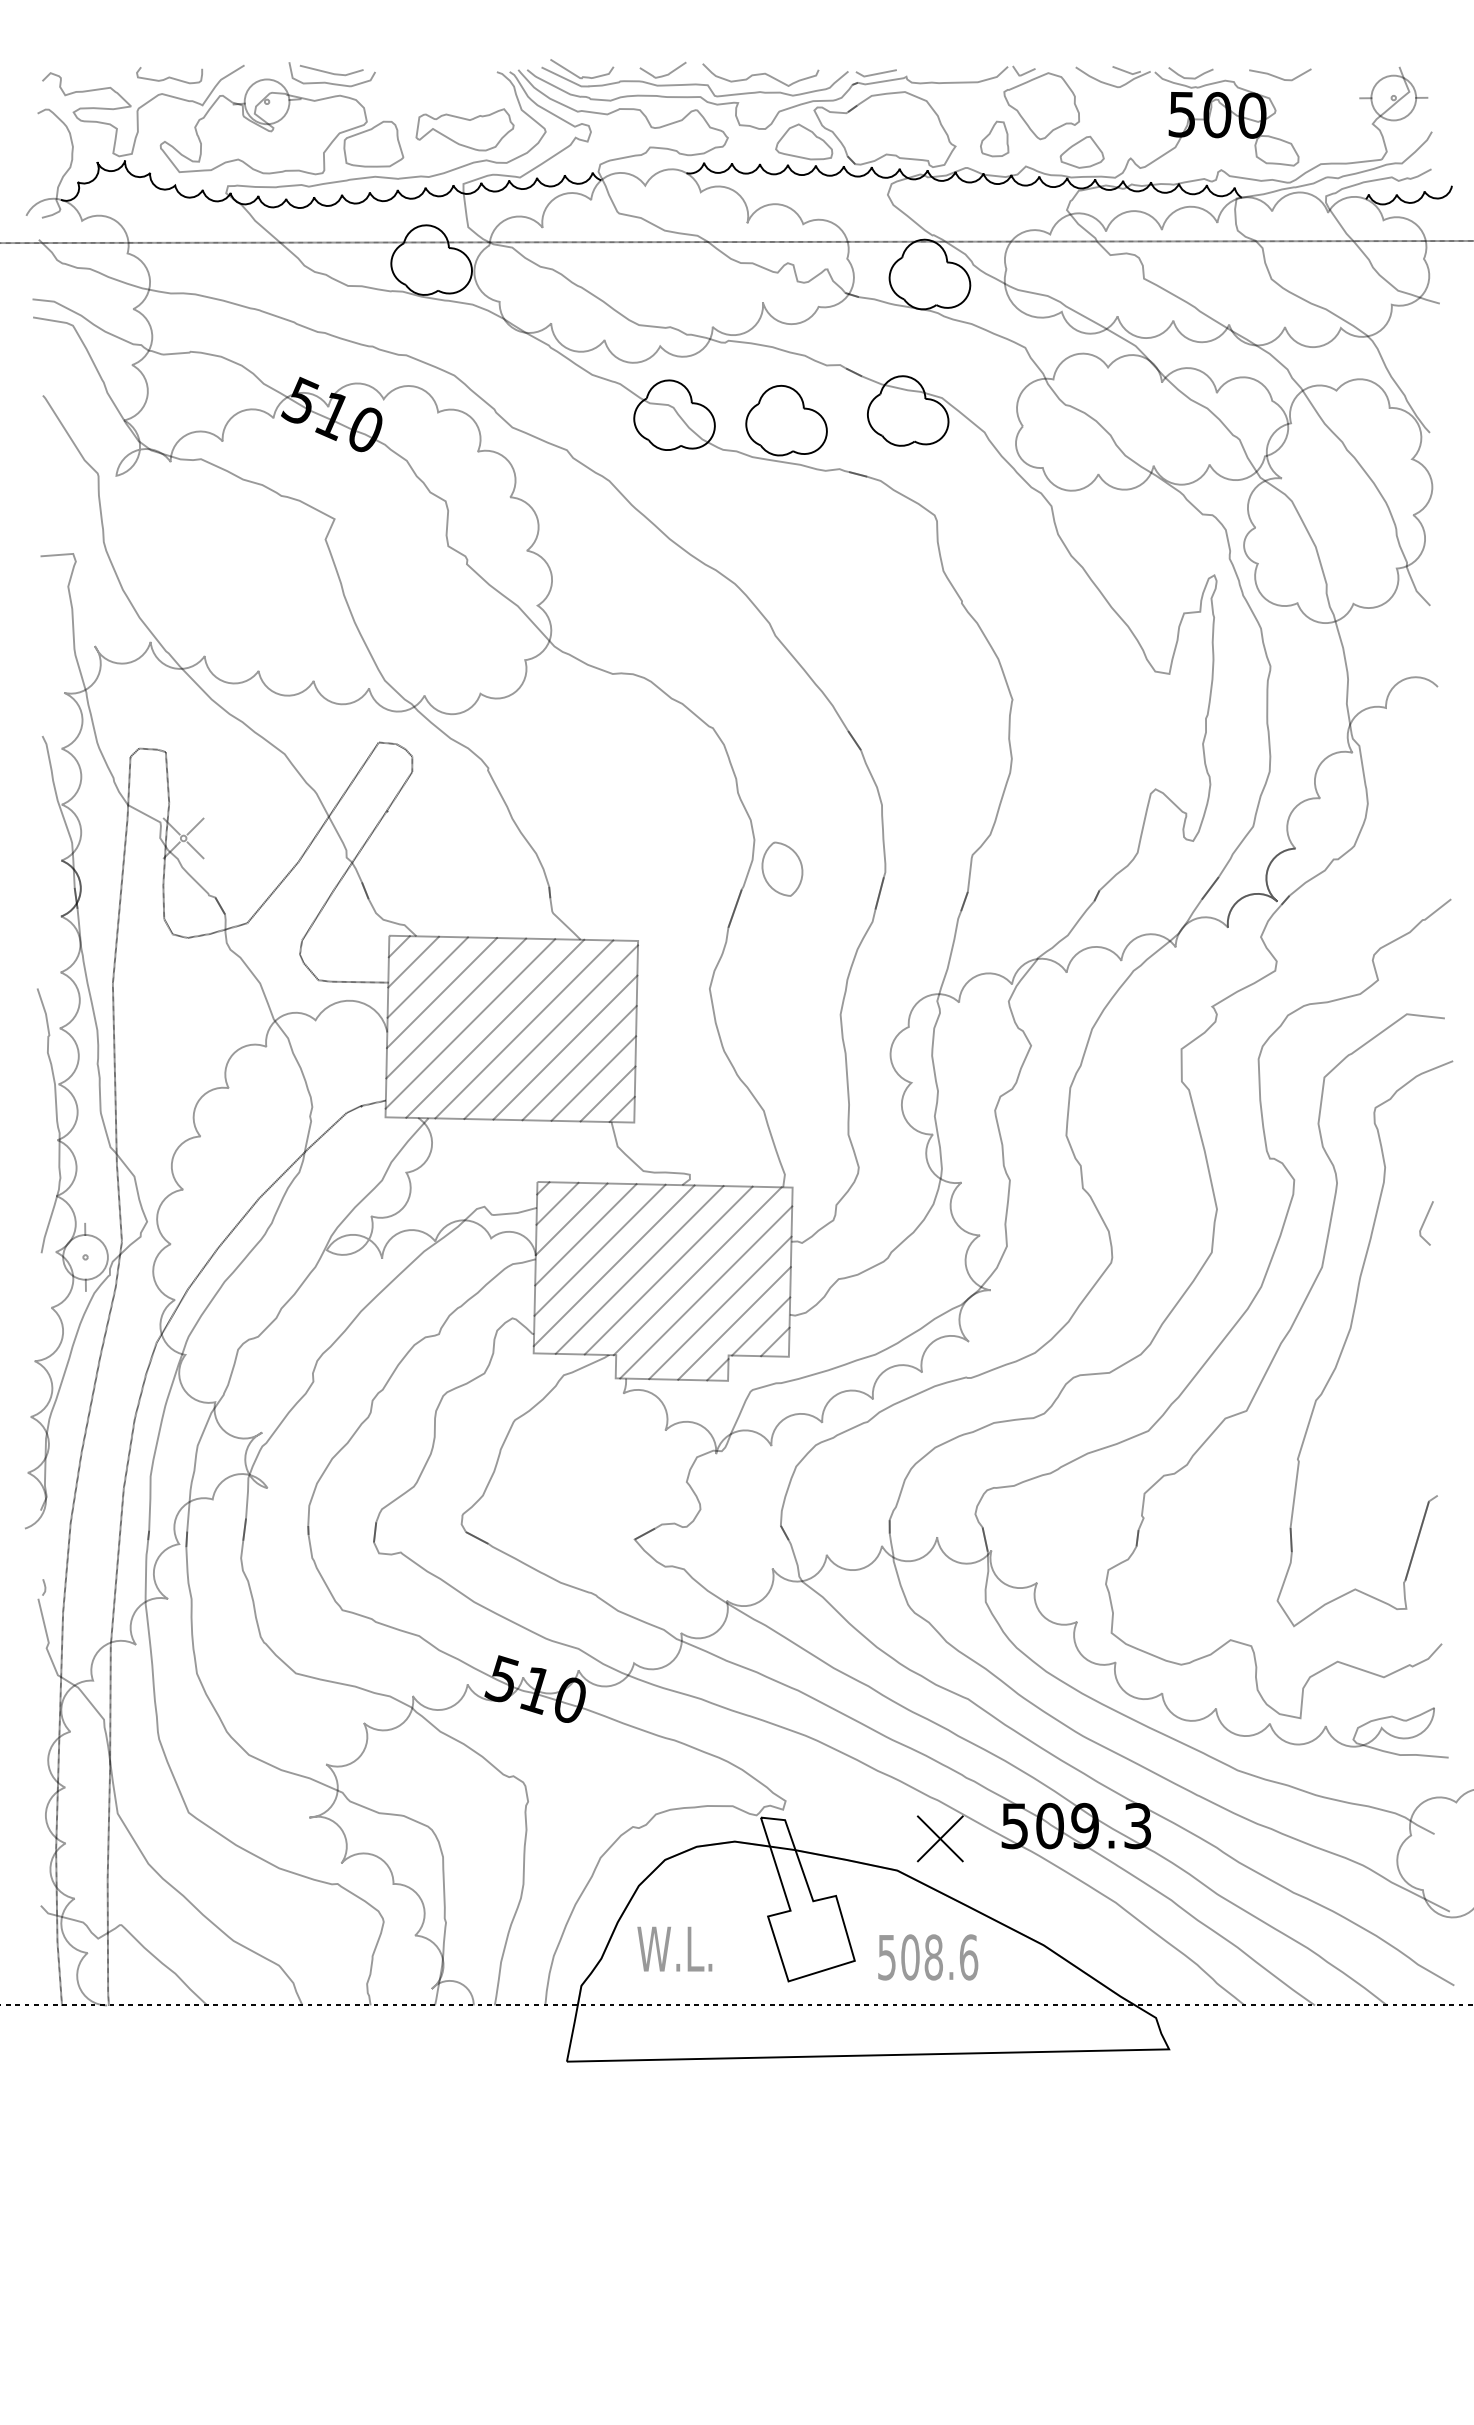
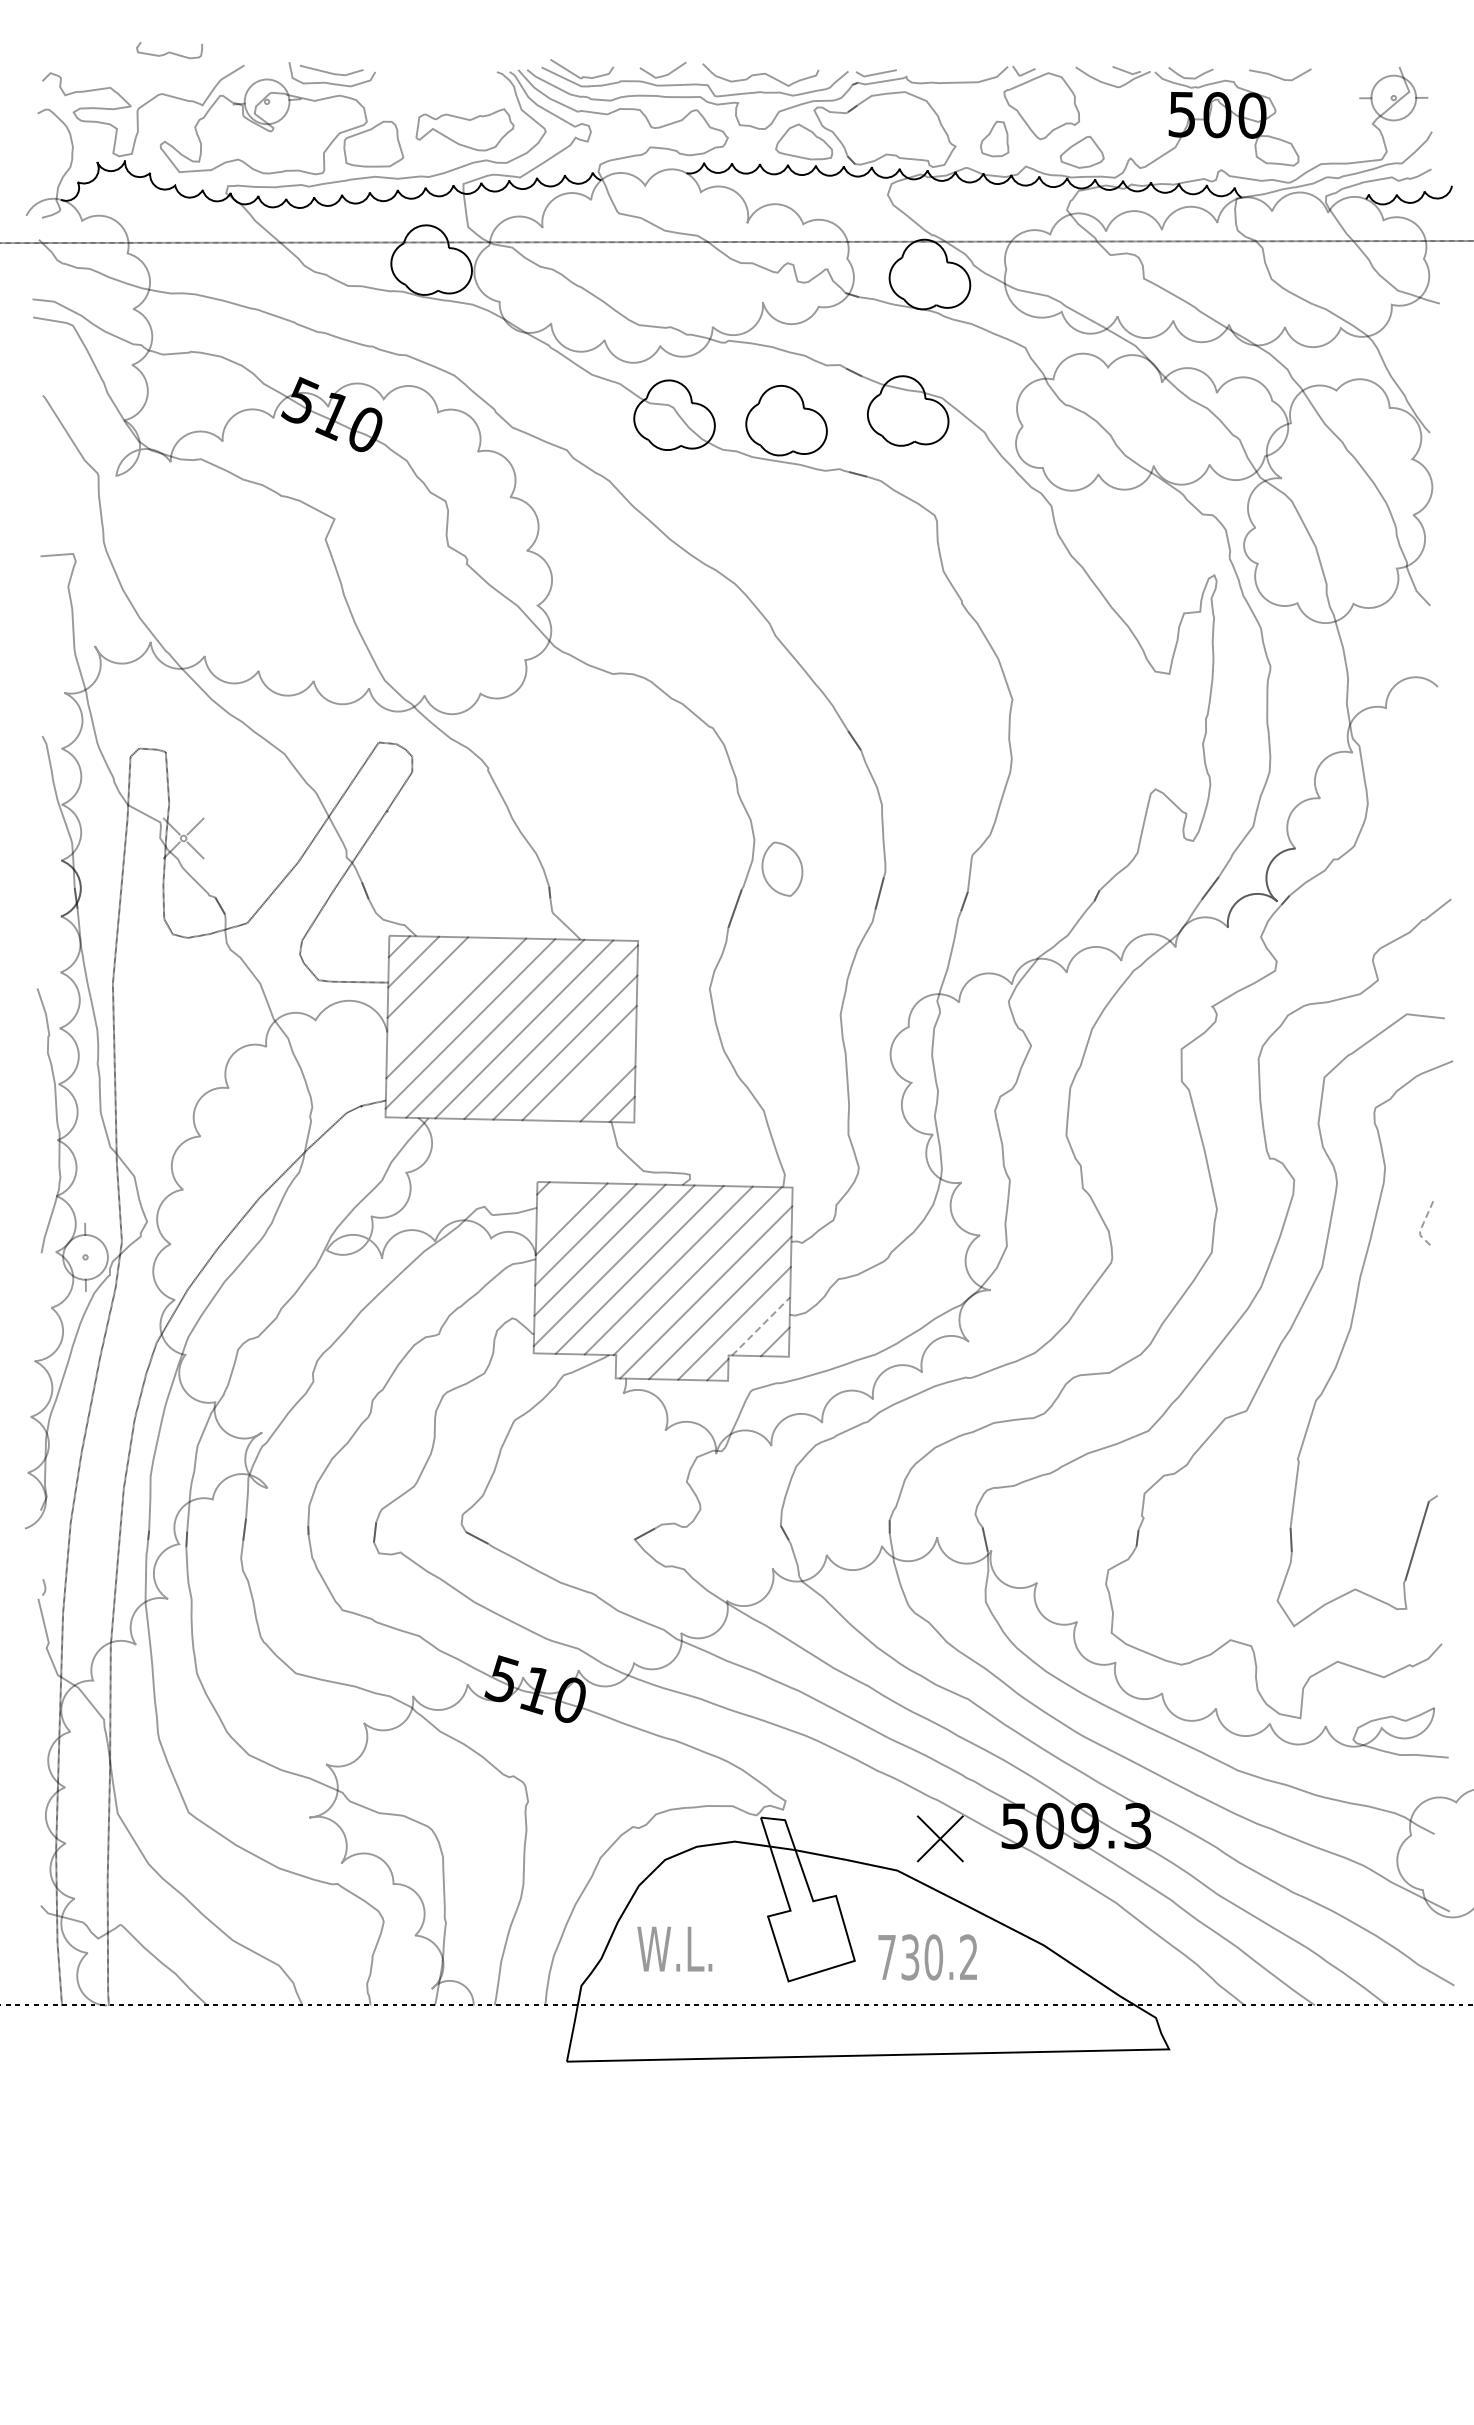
curve at (169, 76) position: (169, 76) -> (169, 51)
line at (441, 993): present -> none
line at (593, 1078): present -> none
line at (557, 1203): present -> none
line at (1422, 1226): solid -> dashed
line at (761, 1326): solid -> dashed
text at (928, 1957): 508.6 -> 730.2
